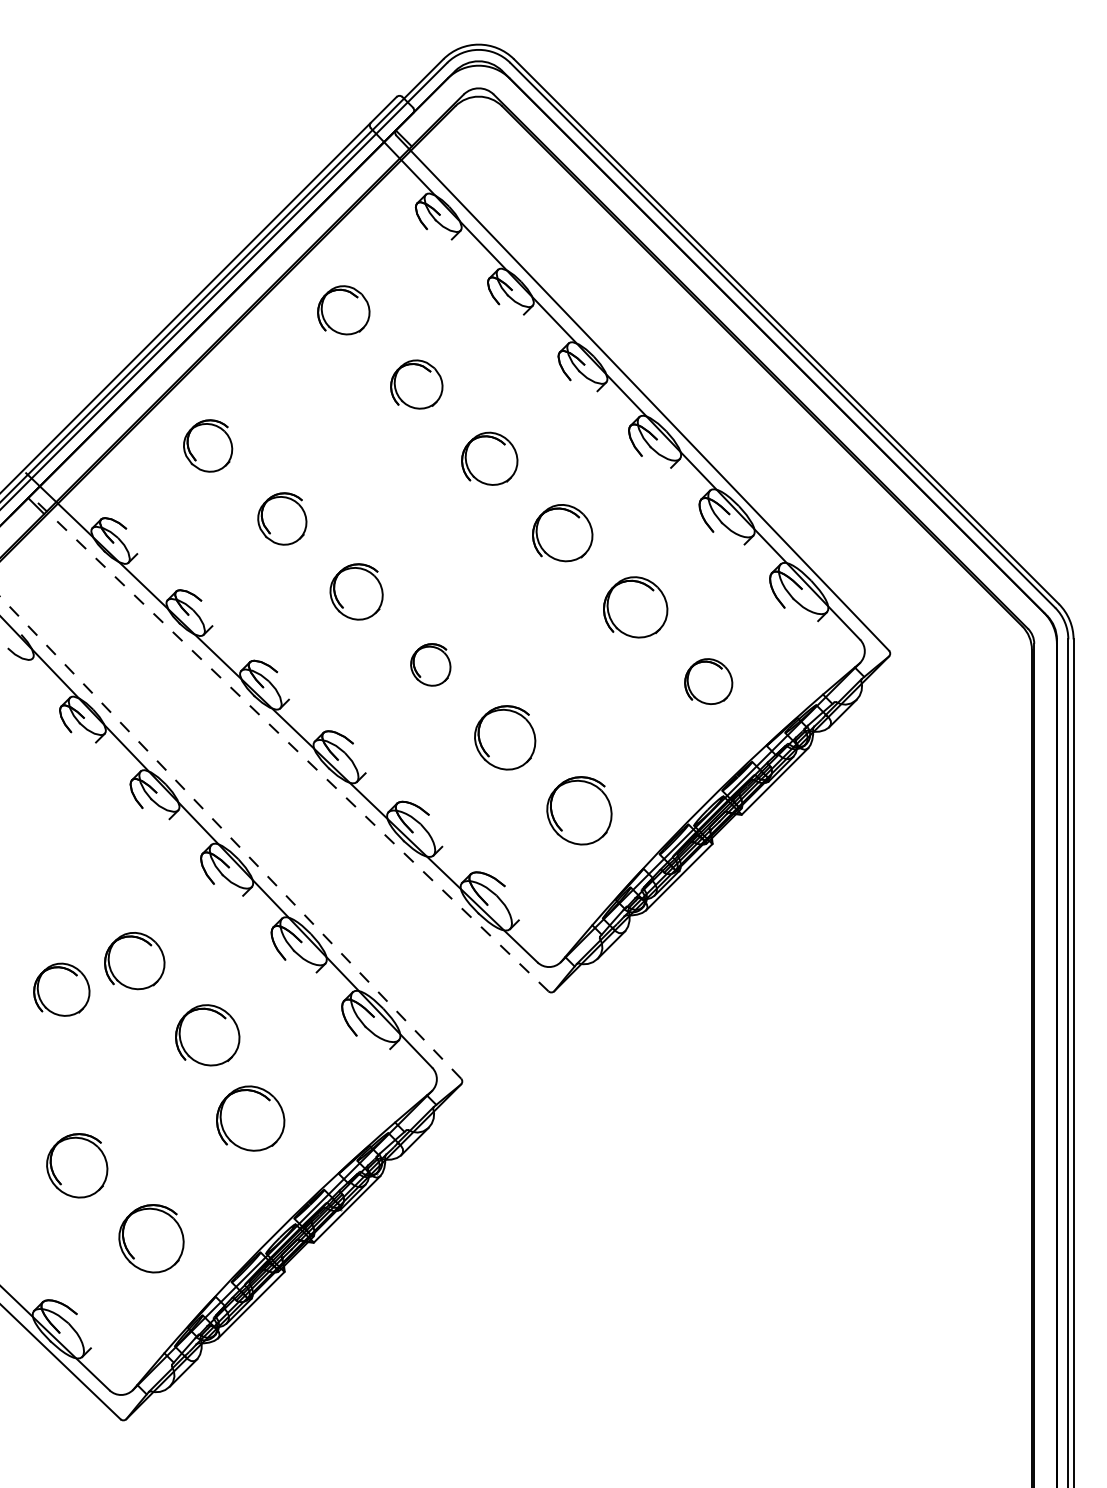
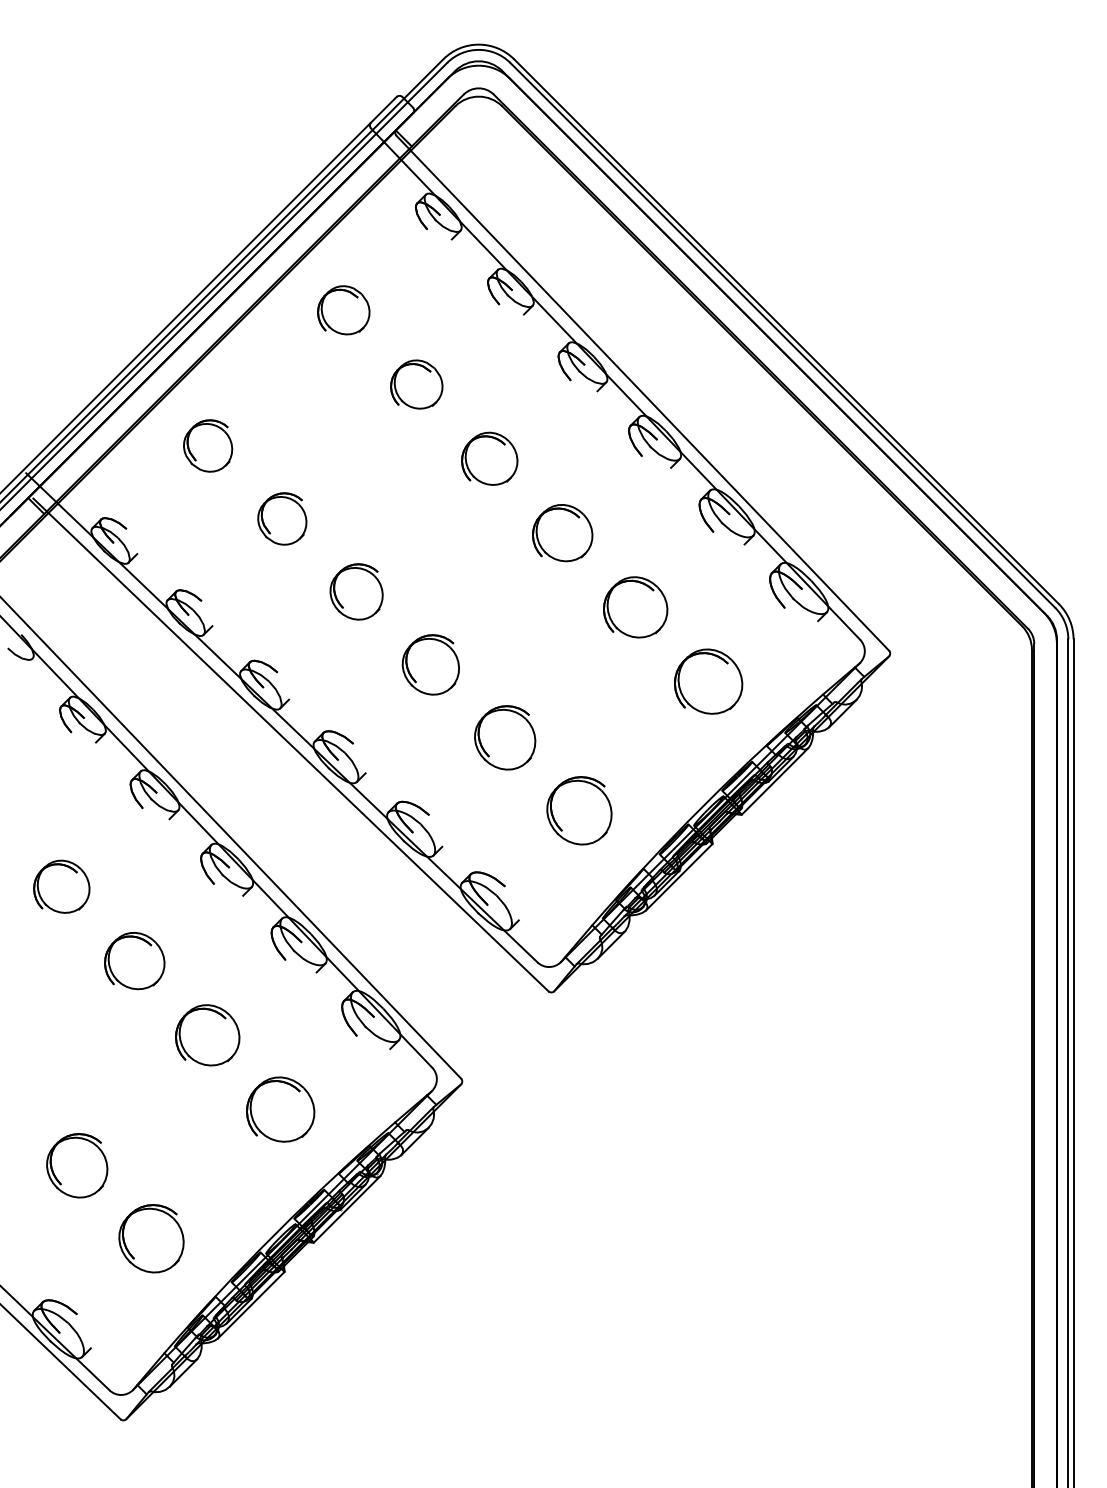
part at (430, 664) size: 42x44 px -> 59x62 px
part at (708, 681) size: 50x47 px -> 70x67 px
line at (290, 744): dashed -> solid
line at (230, 837): dashed -> solid
part at (61, 989) position: (61, 989) -> (61, 886)
part at (250, 1118) position: (250, 1118) -> (280, 1109)
